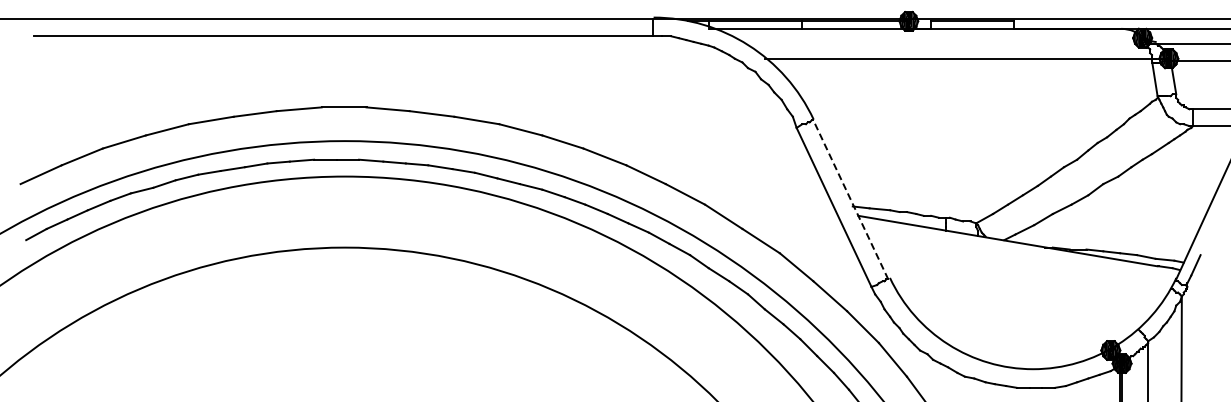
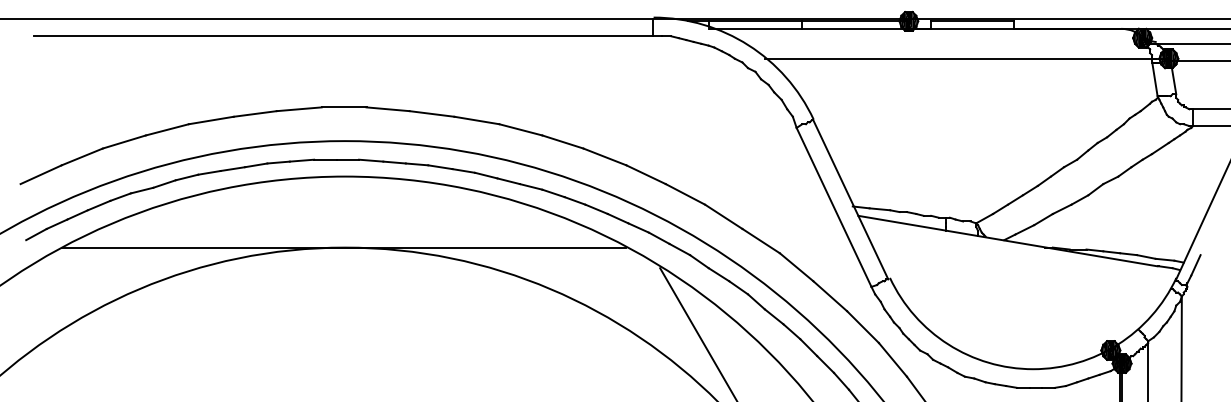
line at (850, 199): dashed -> solid
line at (343, 247): none -> present
line at (697, 333): none -> present
